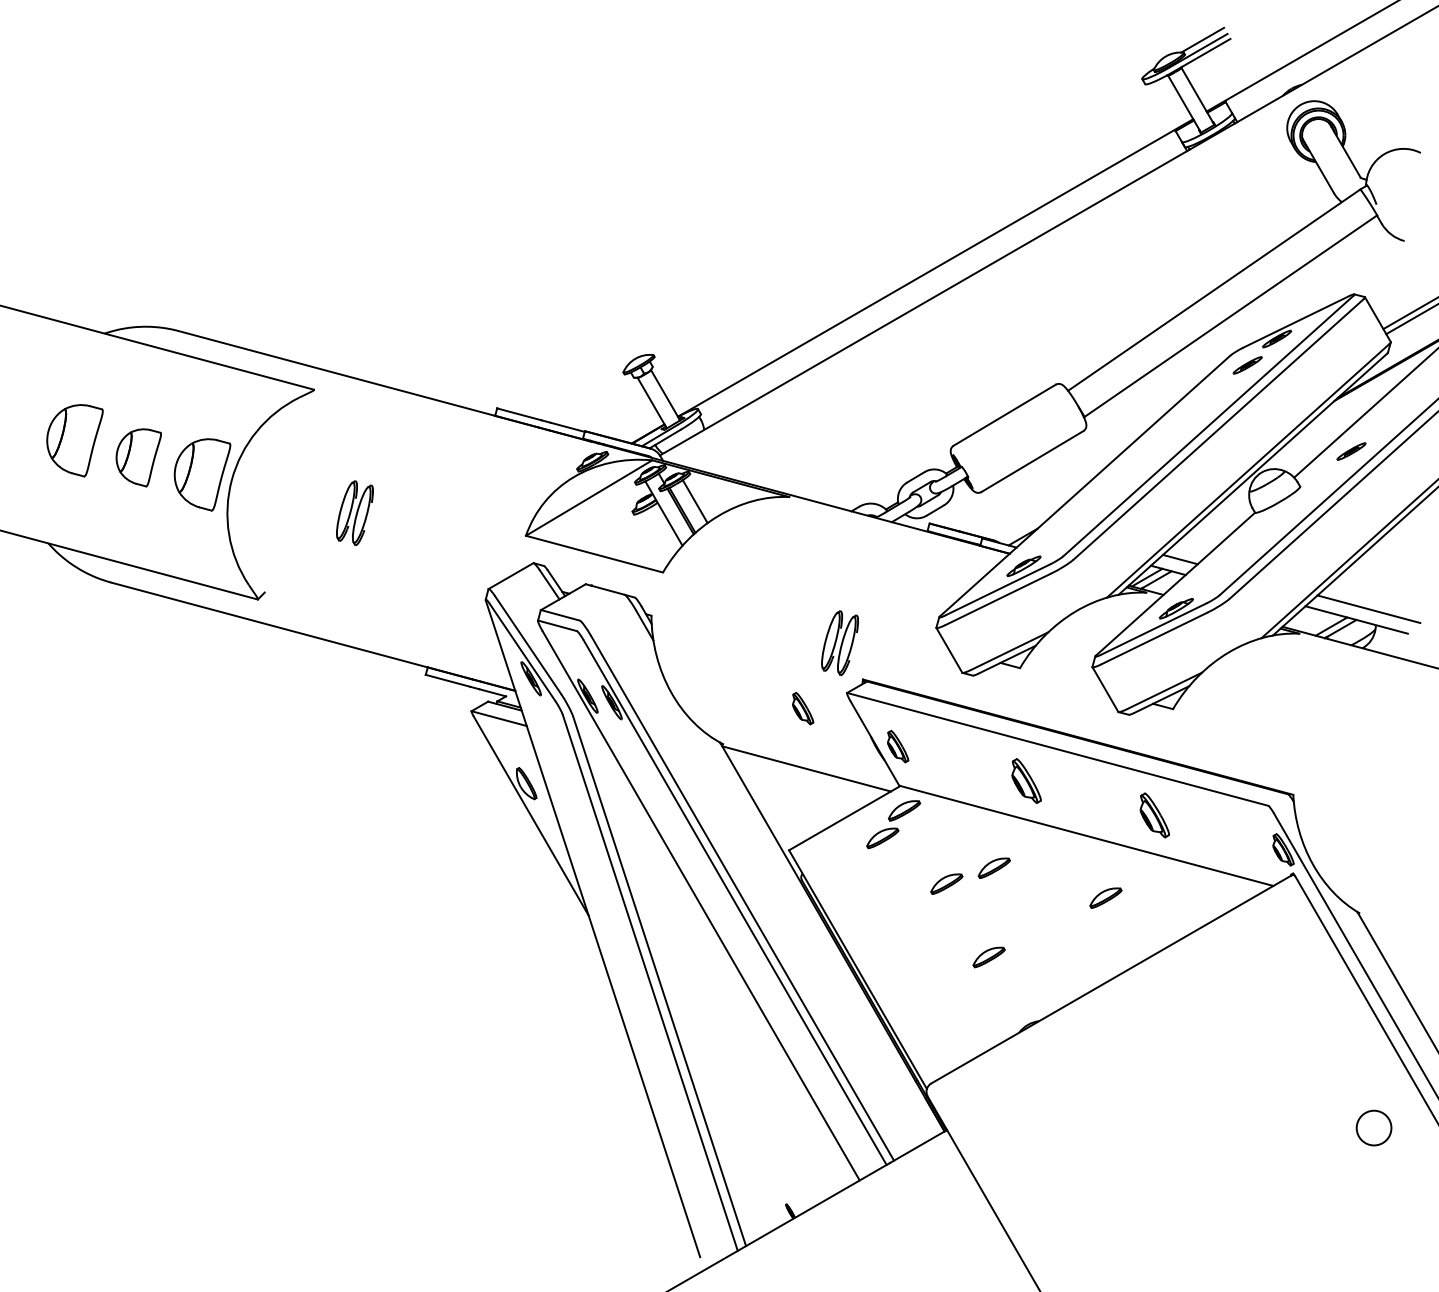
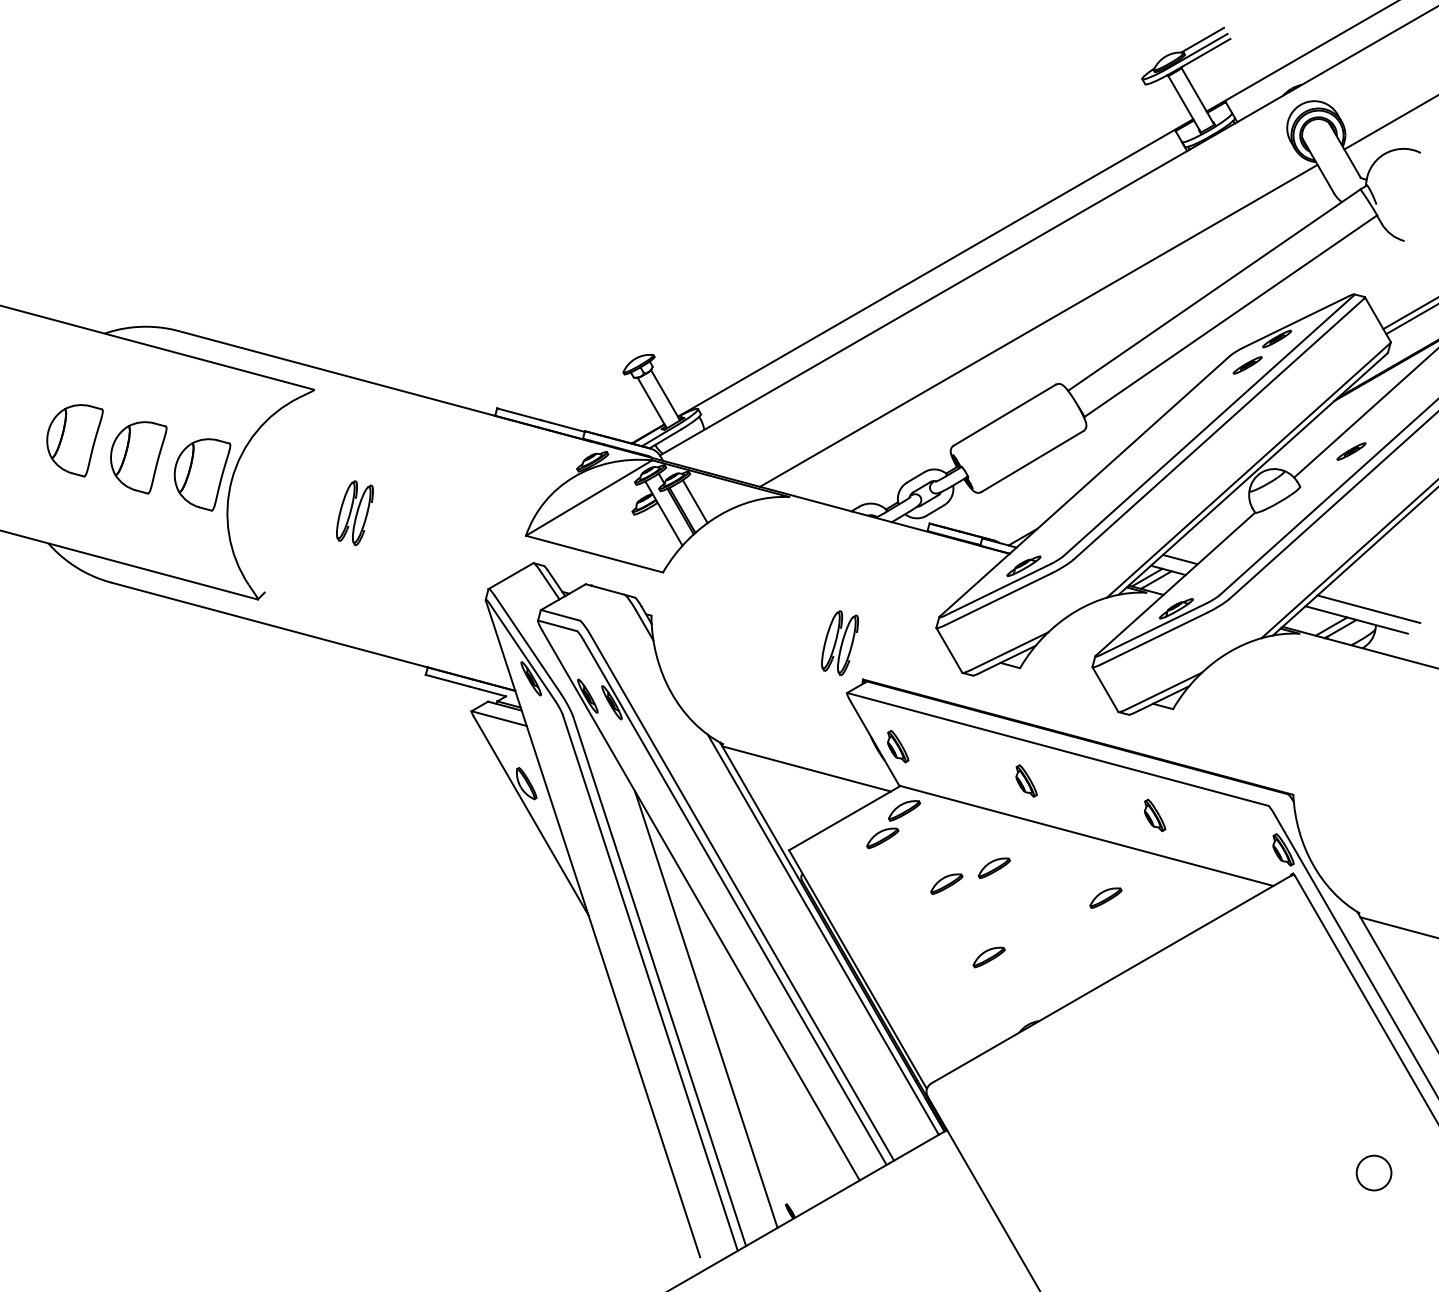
line at (1389, 122): none -> present
line at (1038, 325): none -> present
part at (138, 457) size: 47x60 px -> 58x74 px
part at (803, 708): present -> none
part at (1026, 780) size: 31x46 px -> 23x34 px
part at (1154, 815) size: 31x47 px -> 23x35 px
line at (1397, 927): none -> present
line at (822, 934): none -> present
line at (705, 1009): none -> present
circle at (1373, 1127) position: (1373, 1127) -> (1373, 1172)
